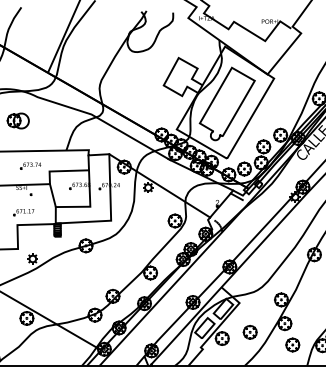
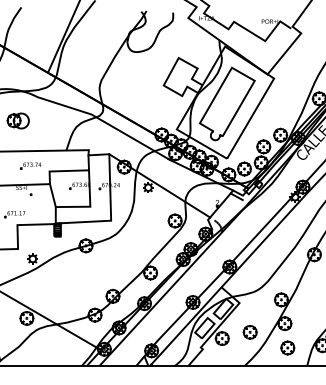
part at (23, 212) position: (23, 212) -> (14, 214)
part at (292, 344) position: (292, 344) -> (287, 347)
